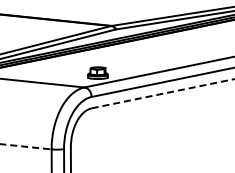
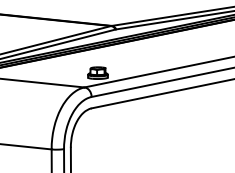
line at (163, 93): dashed -> solid
line at (25, 146): dashed -> solid
